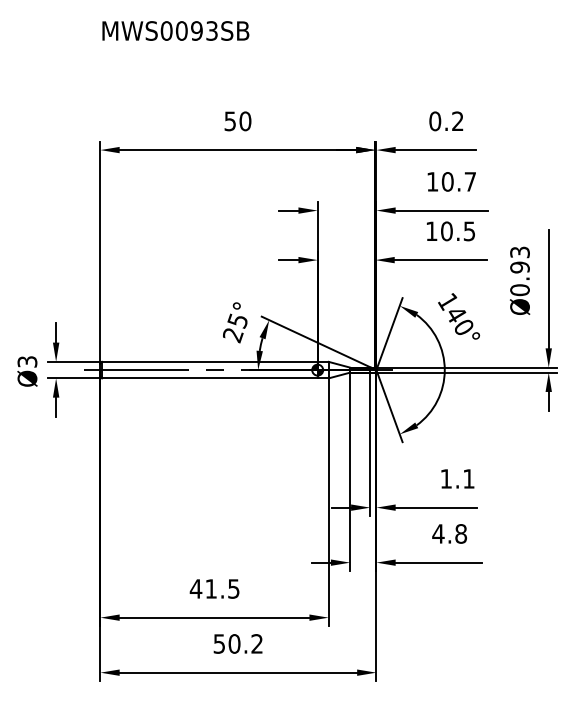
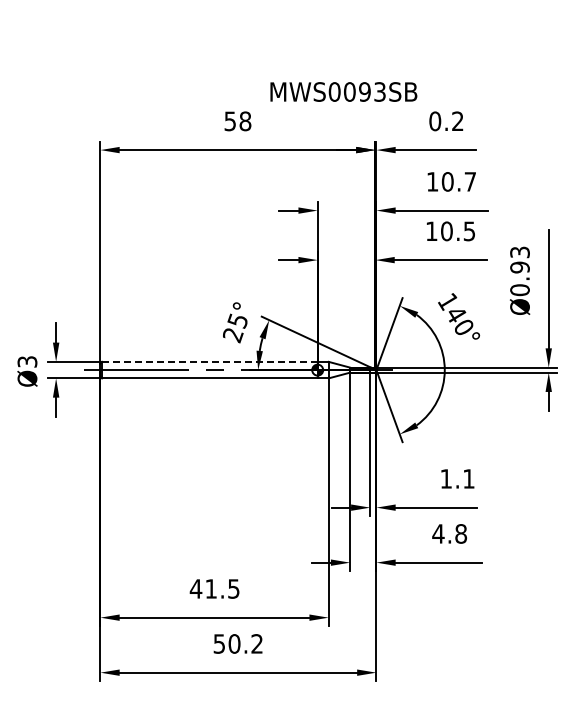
text at (175, 30) position: (175, 30) -> (343, 91)
text at (245, 120): 50 -> 58
line at (209, 361): solid -> dashed
